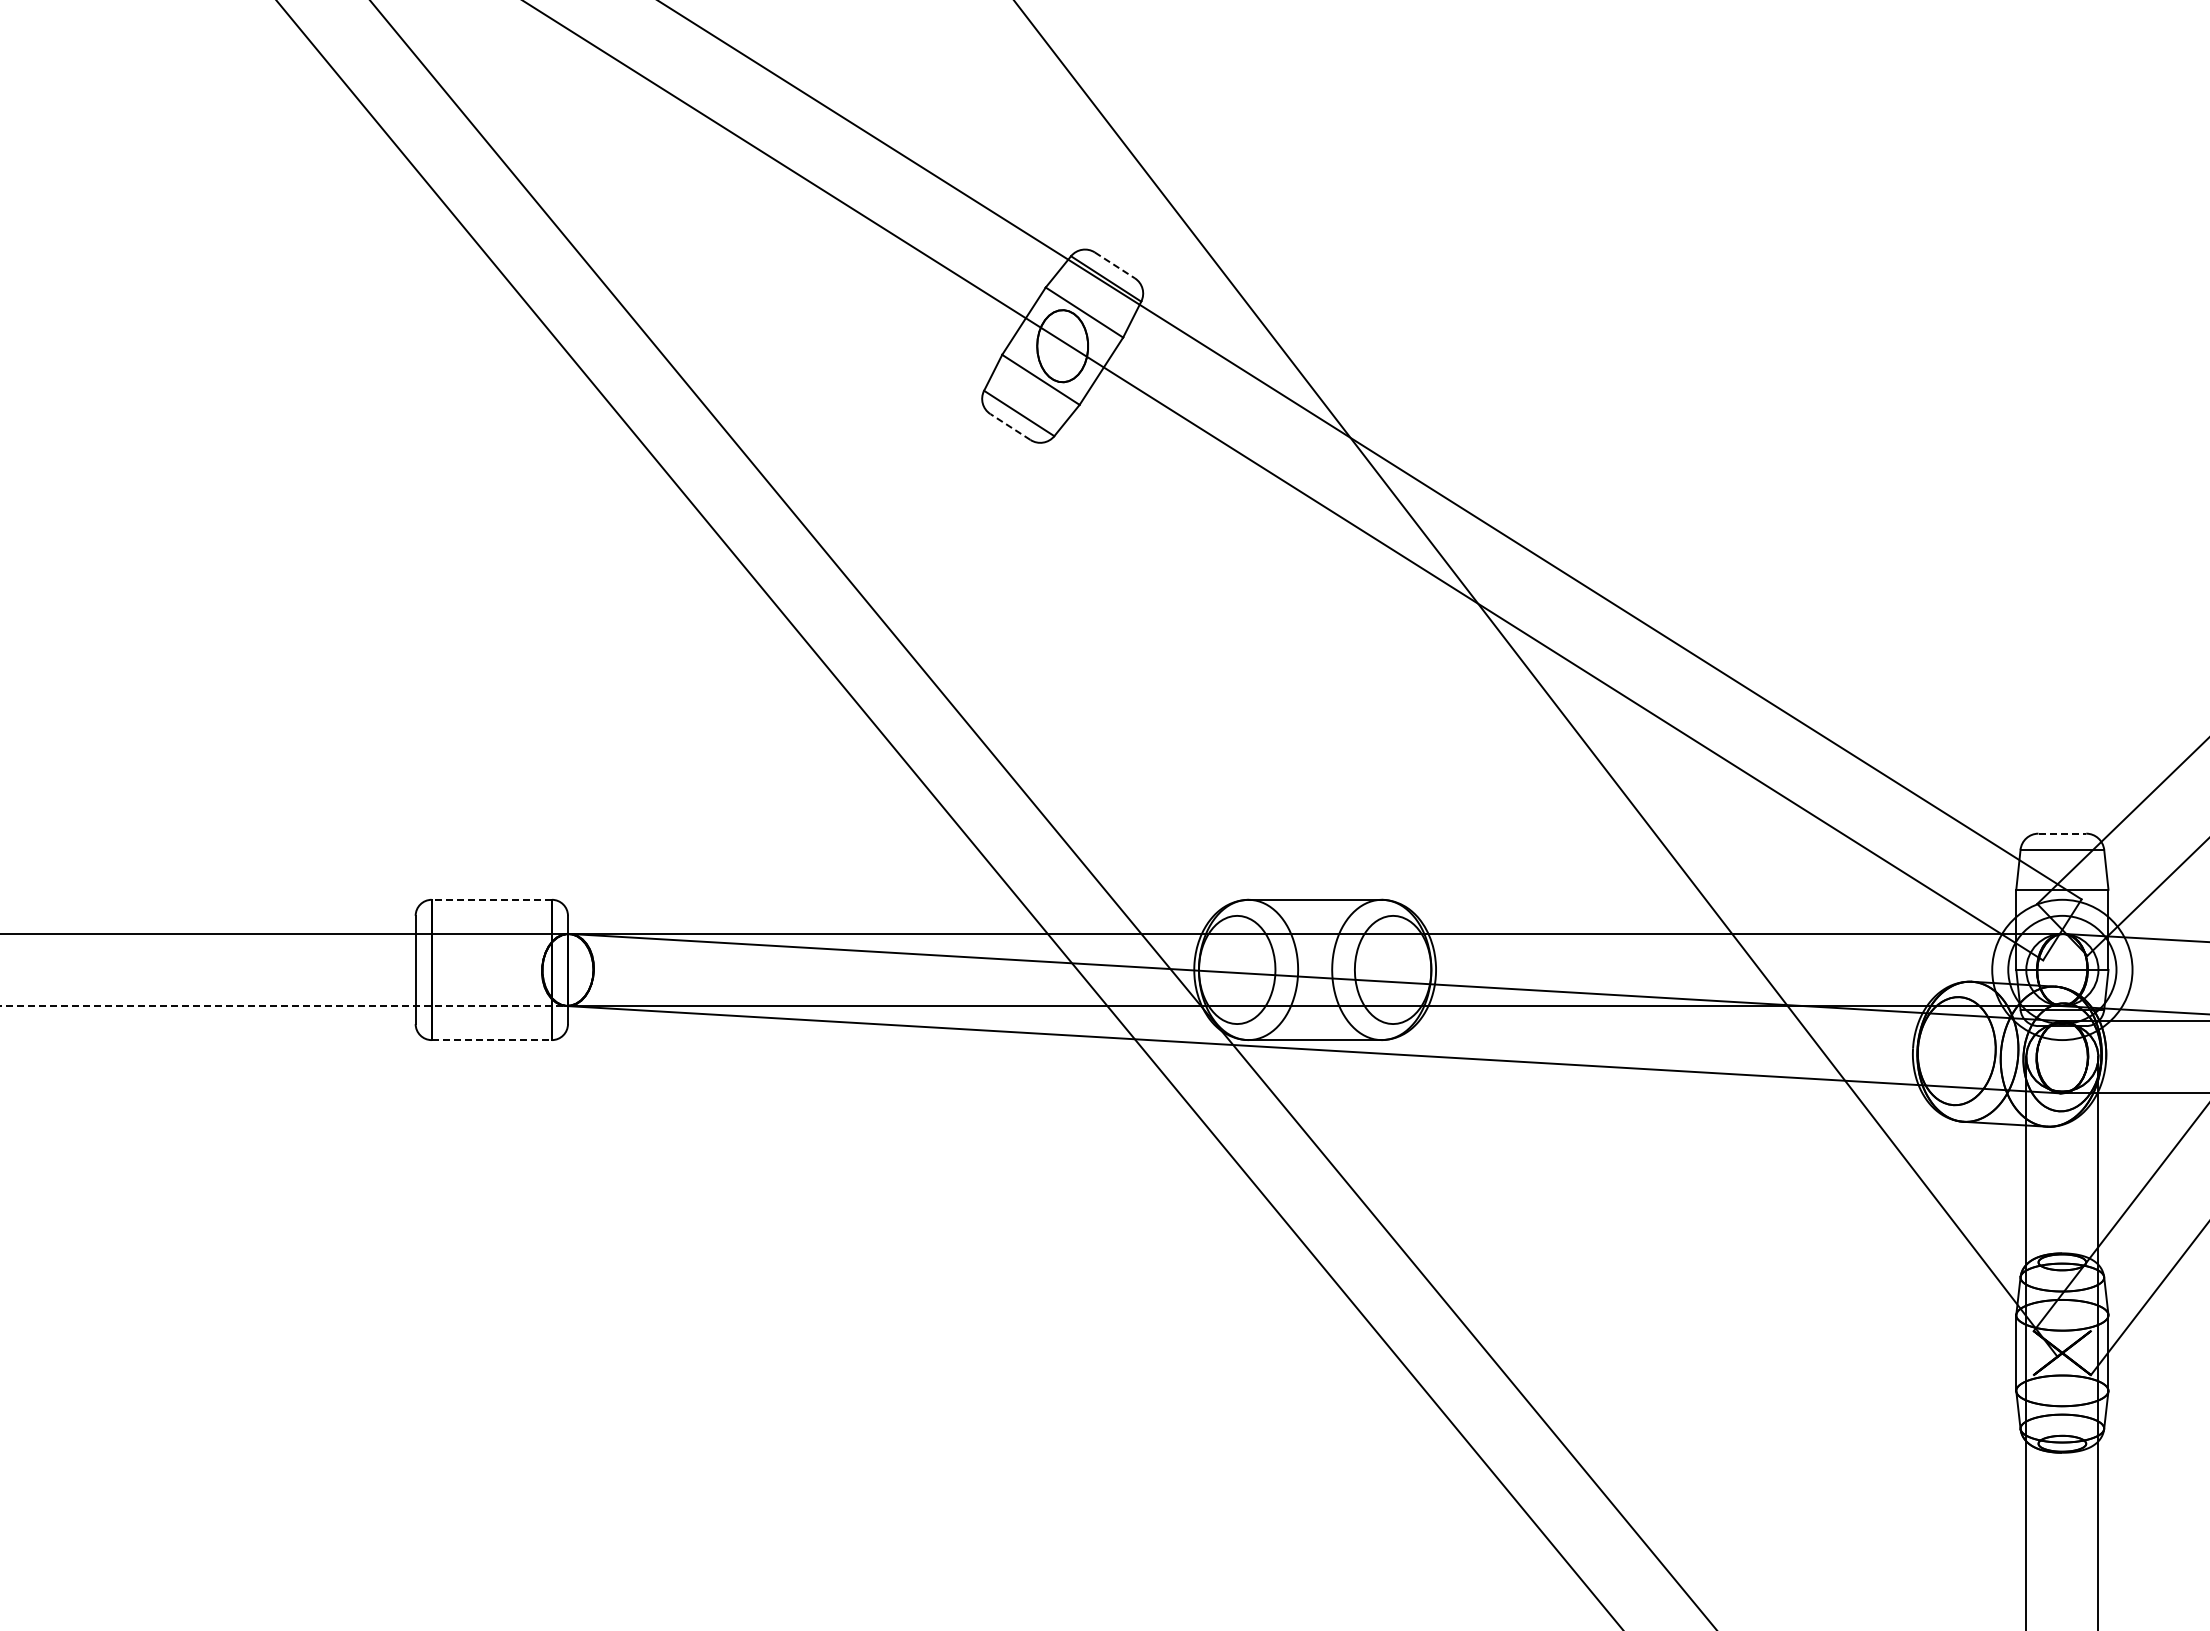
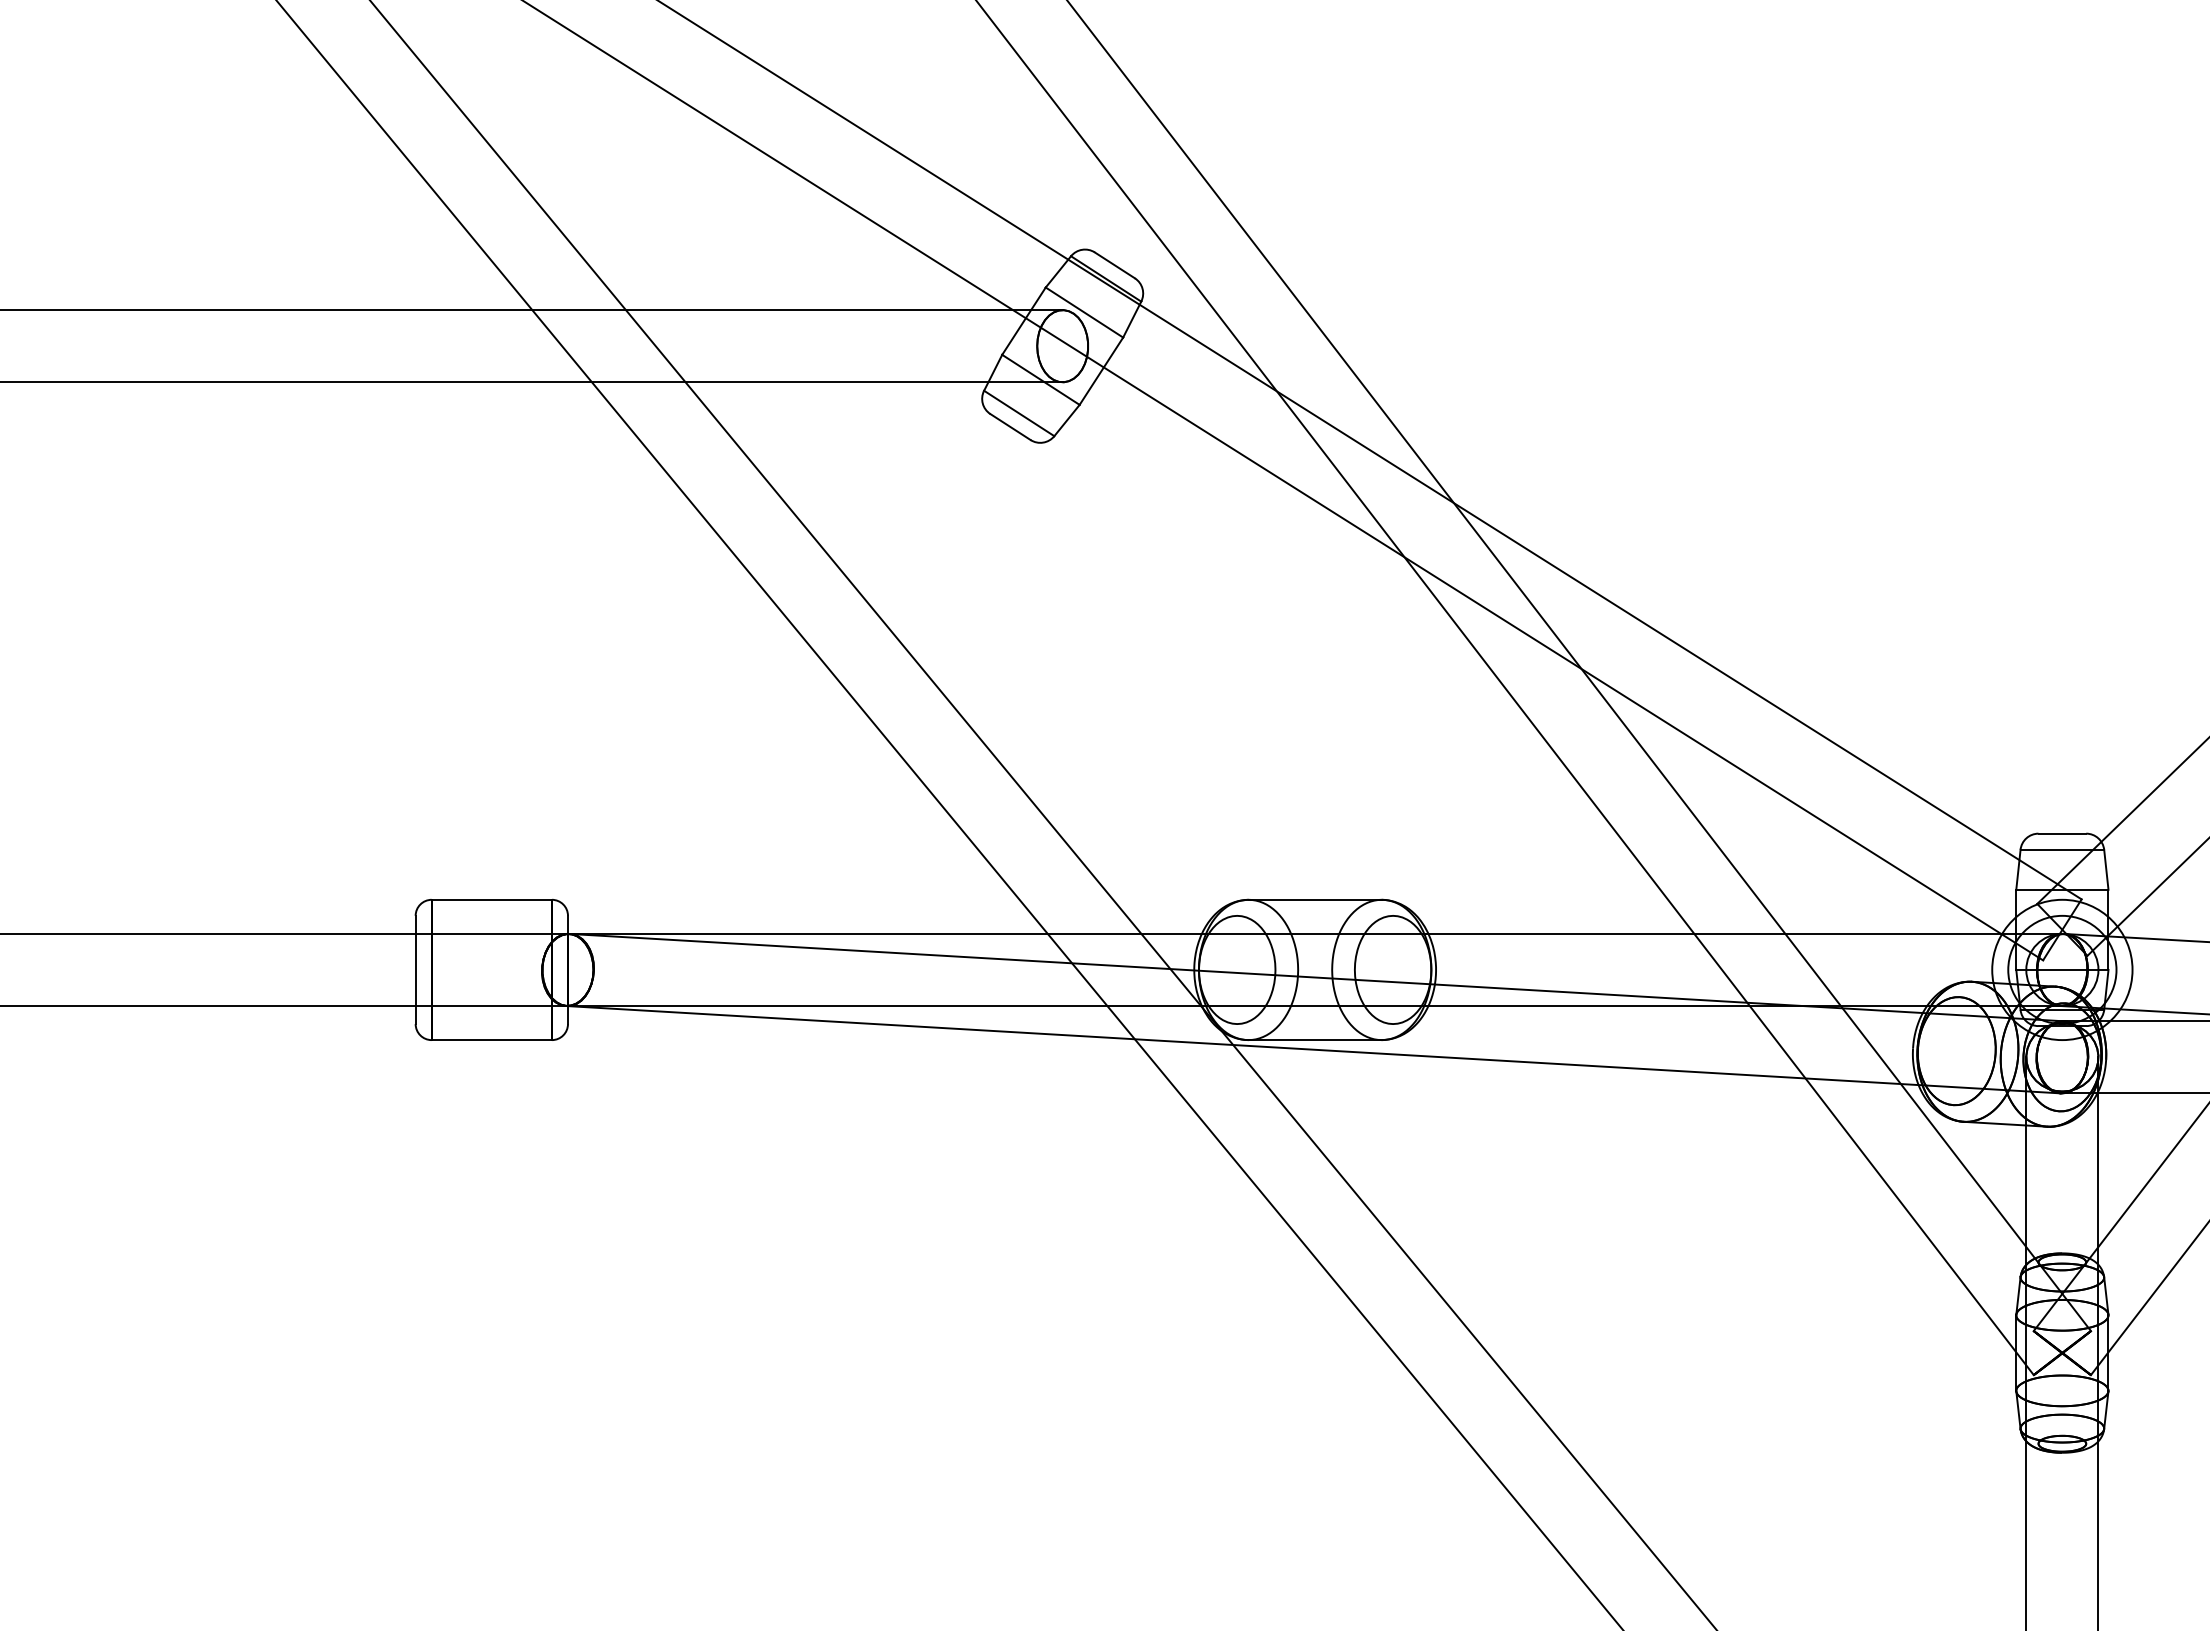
line at (1114, 265): dashed -> solid
line at (532, 310): none -> present
line at (532, 382): none -> present
line at (1010, 427): dashed -> solid
line at (1579, 666): none -> present
line at (1536, 679) position: (1536, 679) -> (1505, 688)
line at (2062, 833): dashed -> solid
line at (491, 899): dashed -> solid
line at (284, 1006): dashed -> solid
line at (492, 1040): dashed -> solid
